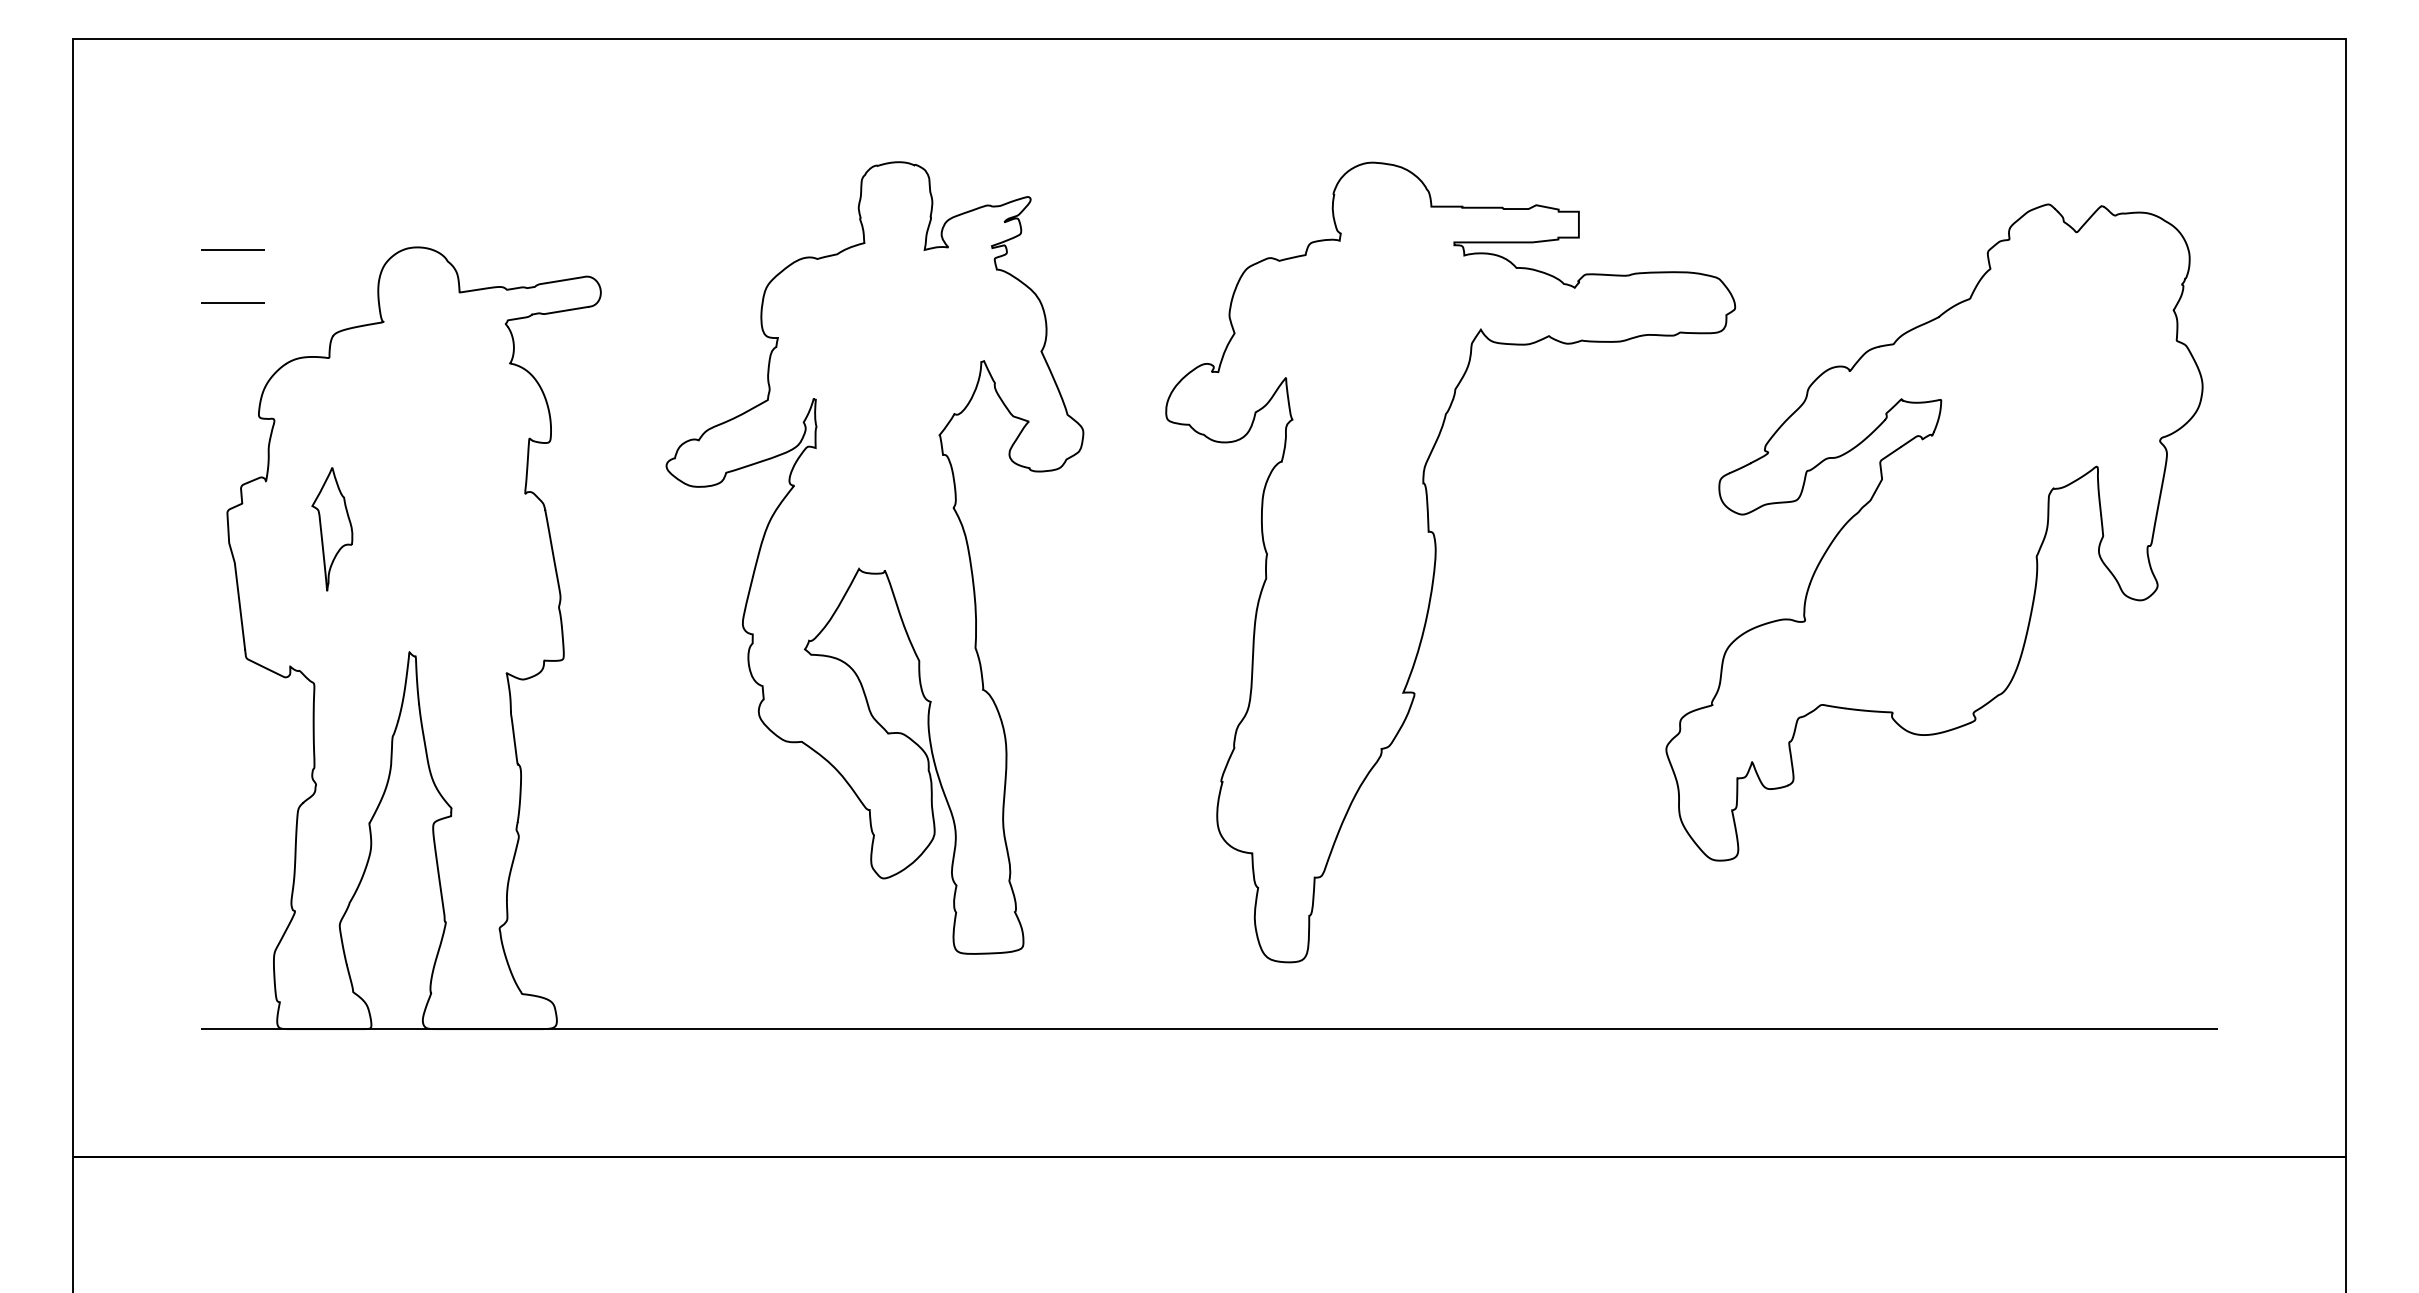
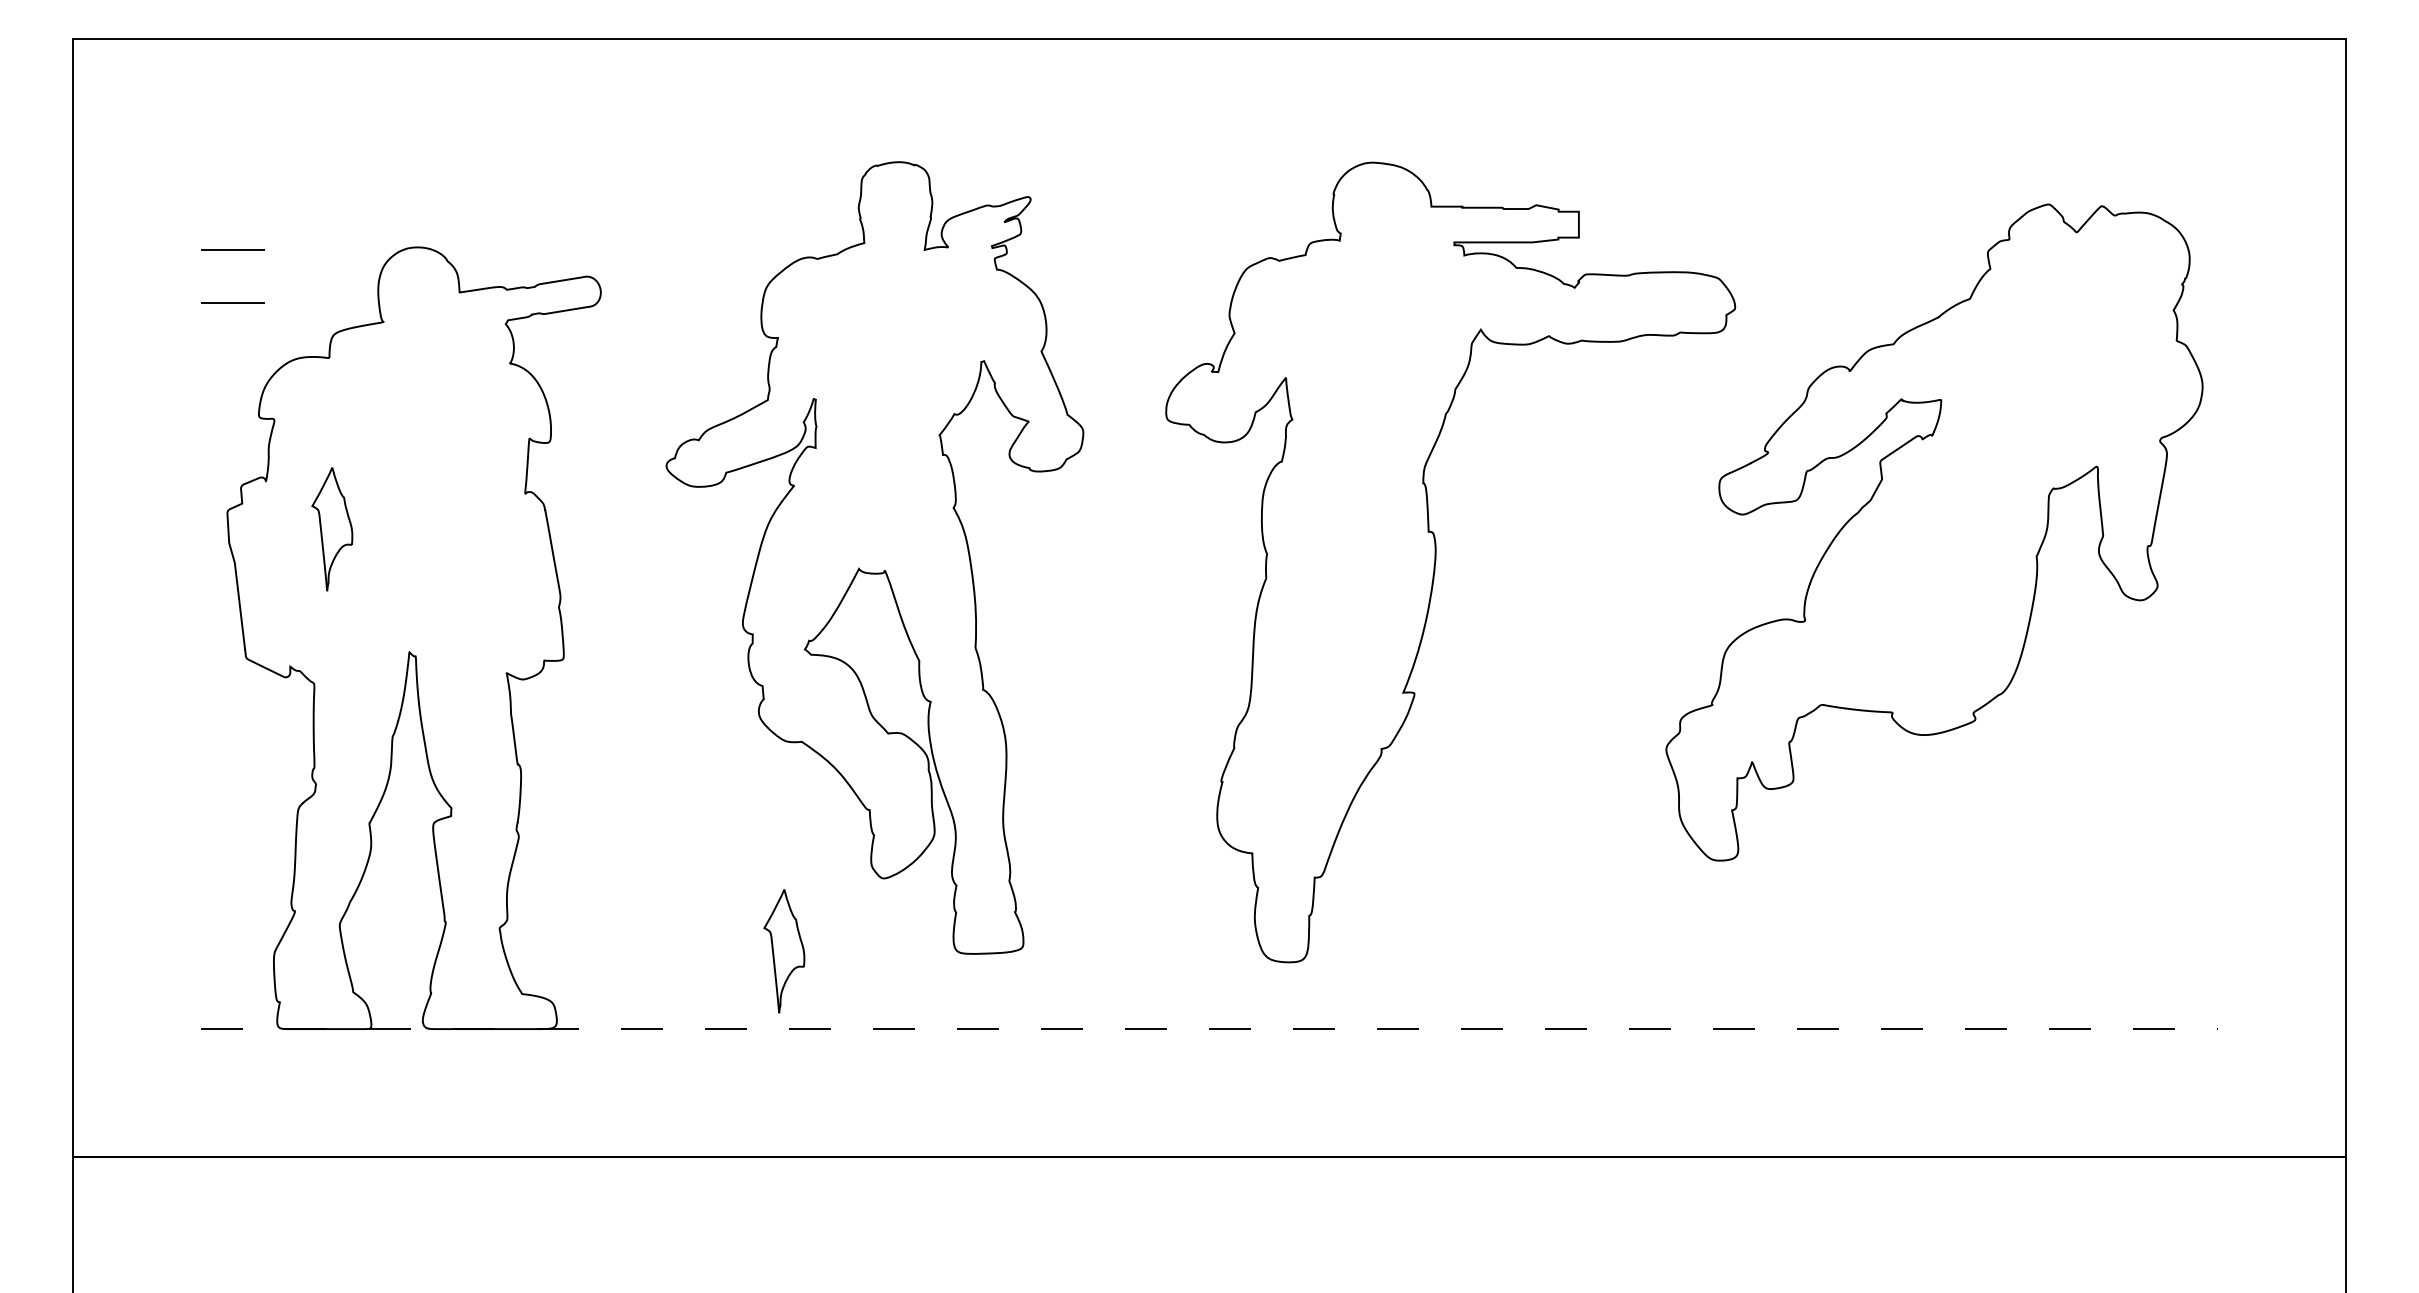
part at (784, 951): none -> present
line at (1209, 1029): solid -> dashed
